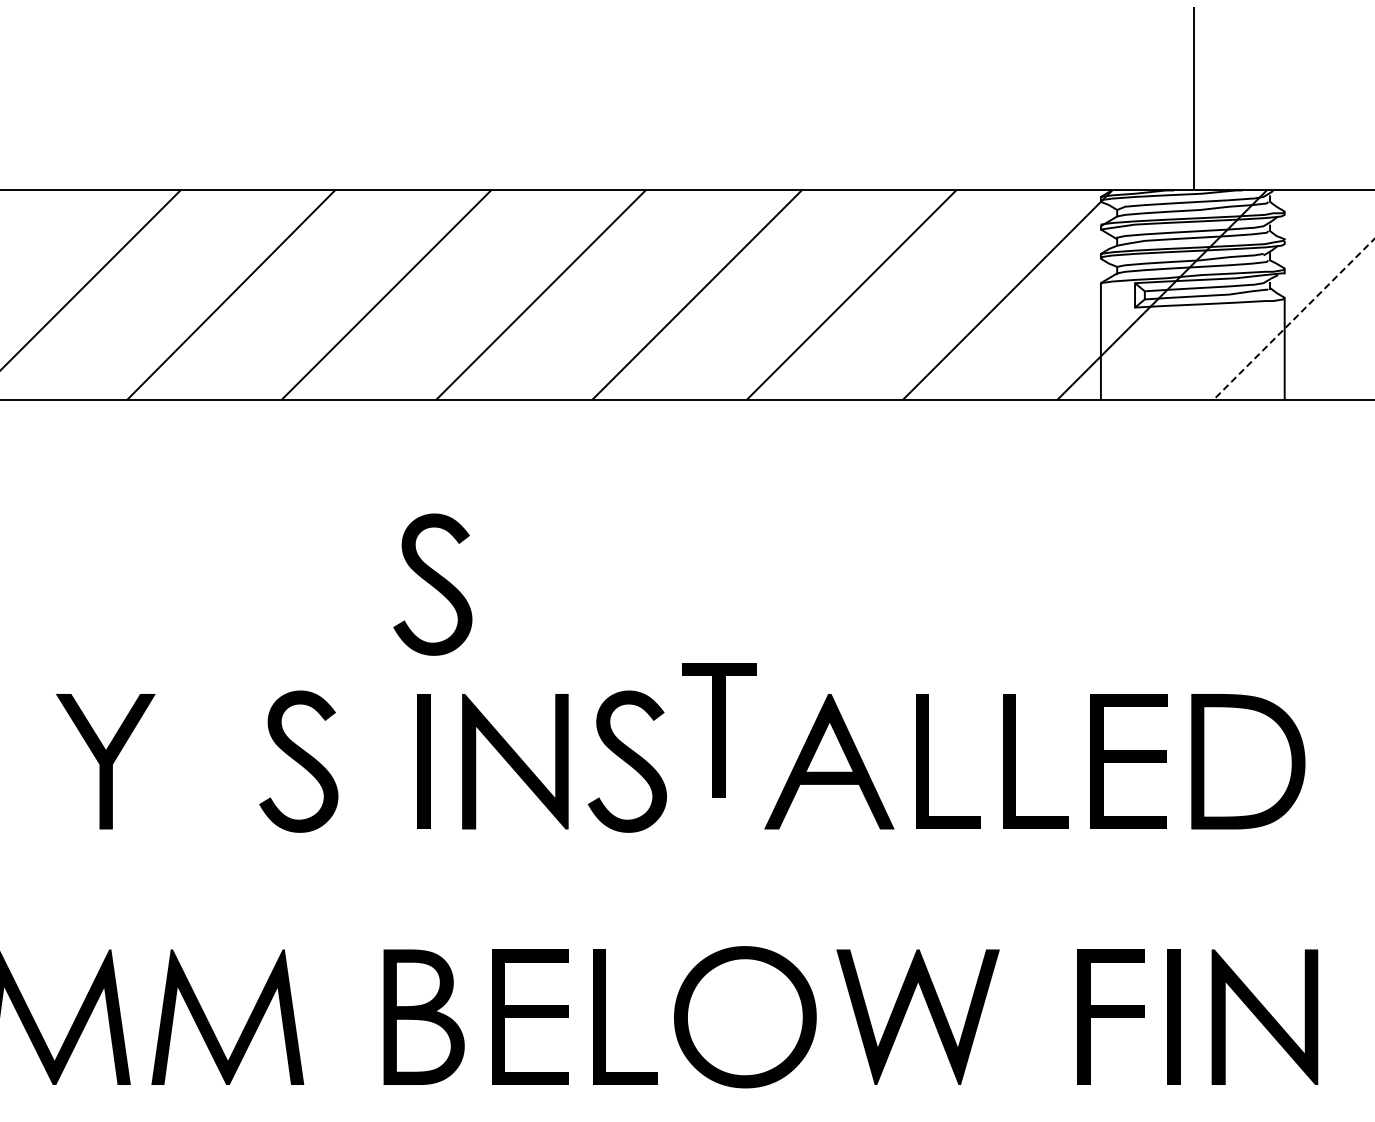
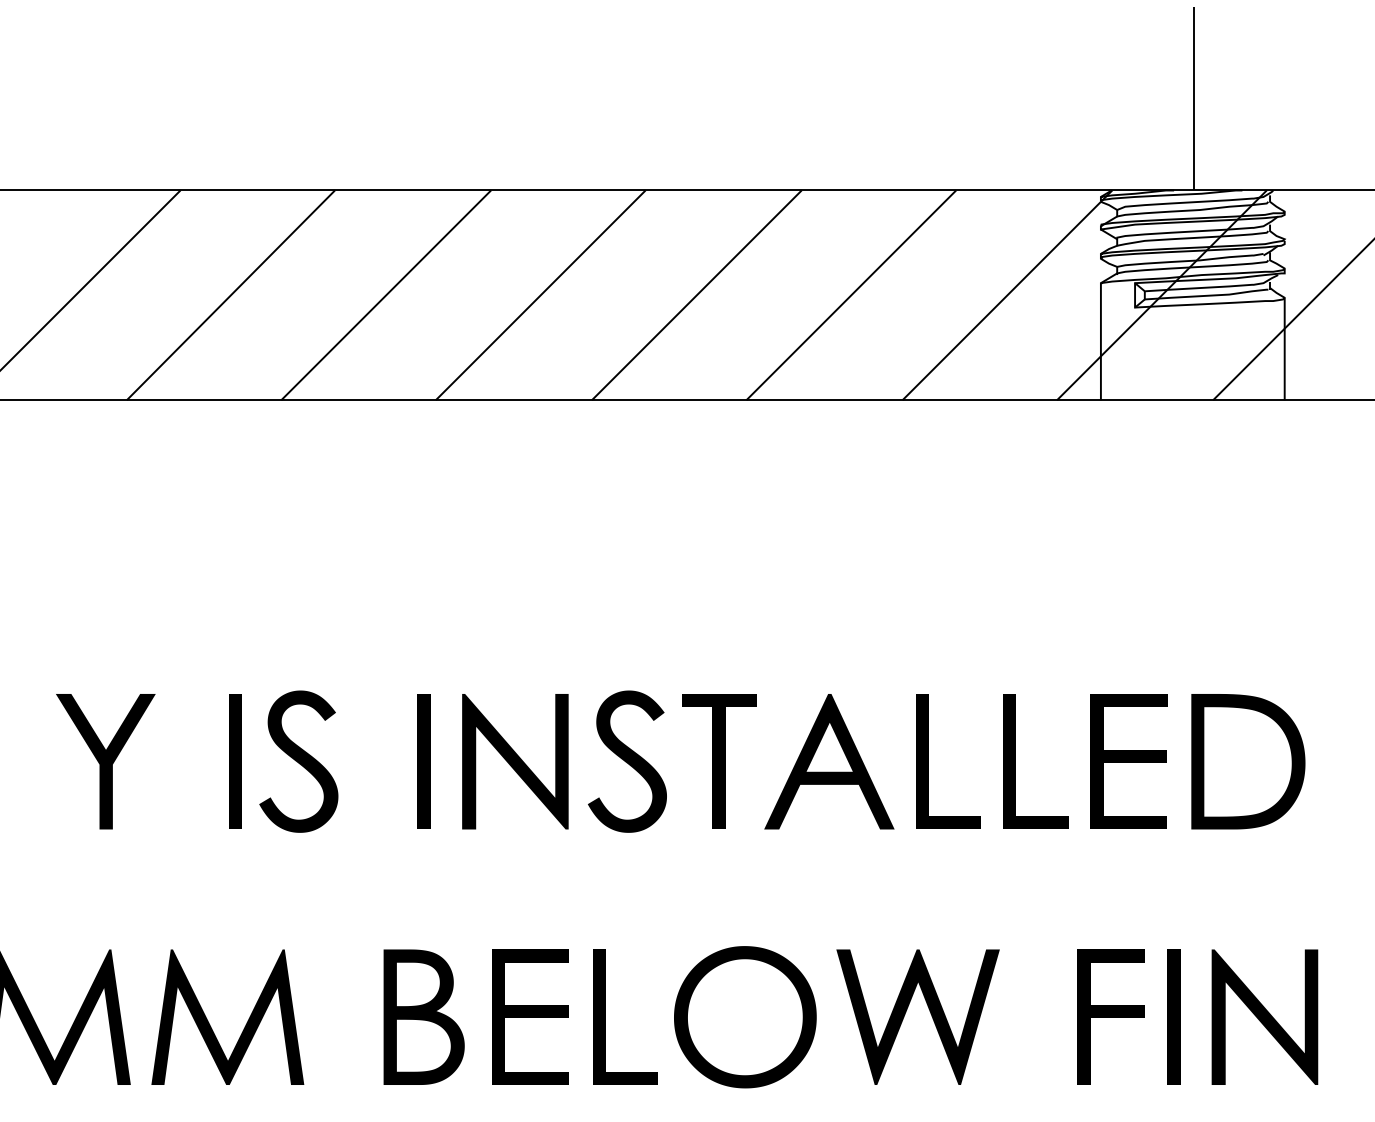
line at (1293, 319): dashed -> solid
part at (432, 584): present -> none
part at (719, 730) position: (719, 730) -> (719, 761)
fill at (235, 761): none -> present
